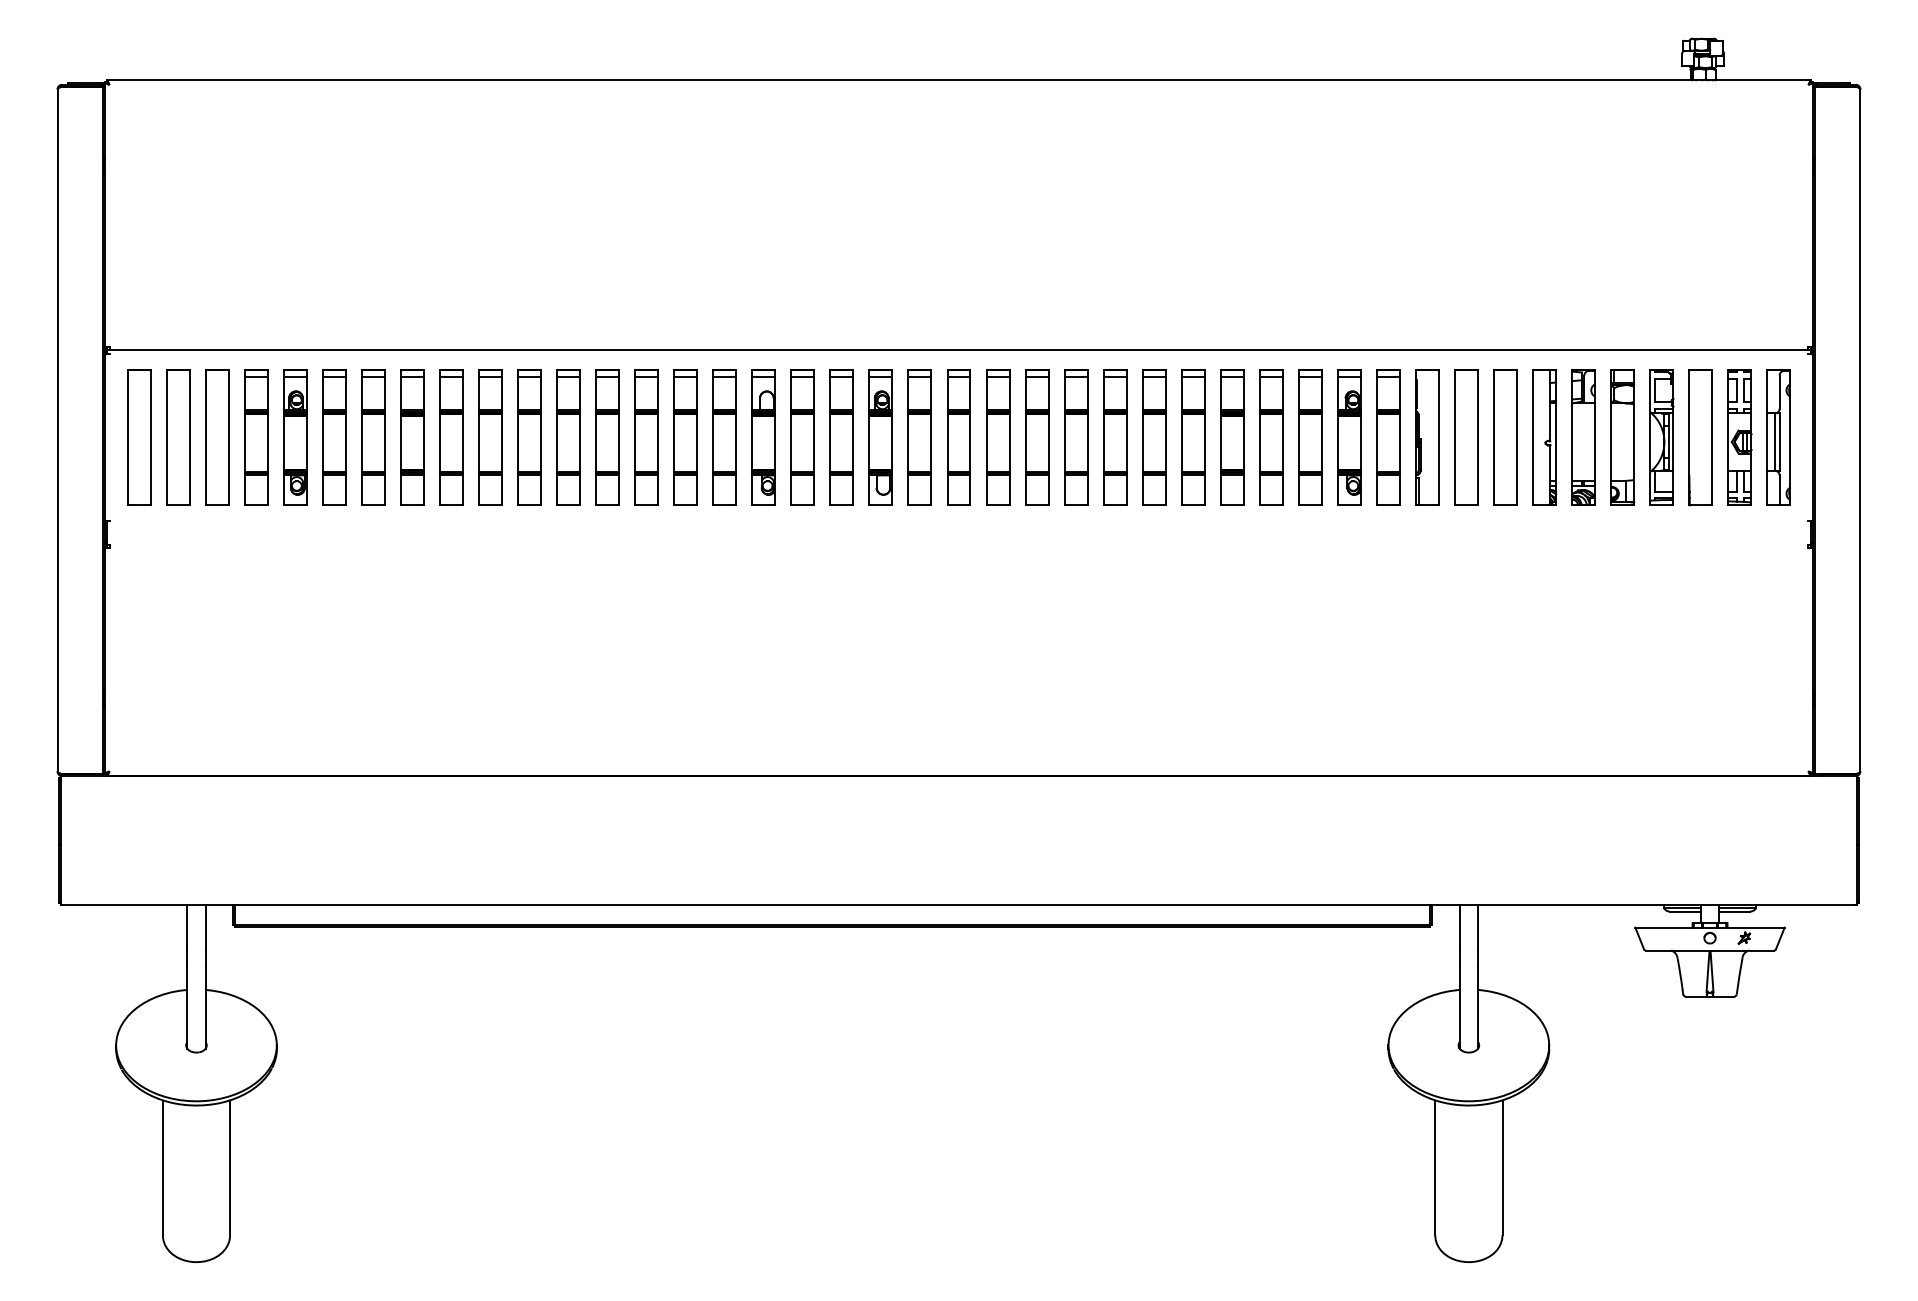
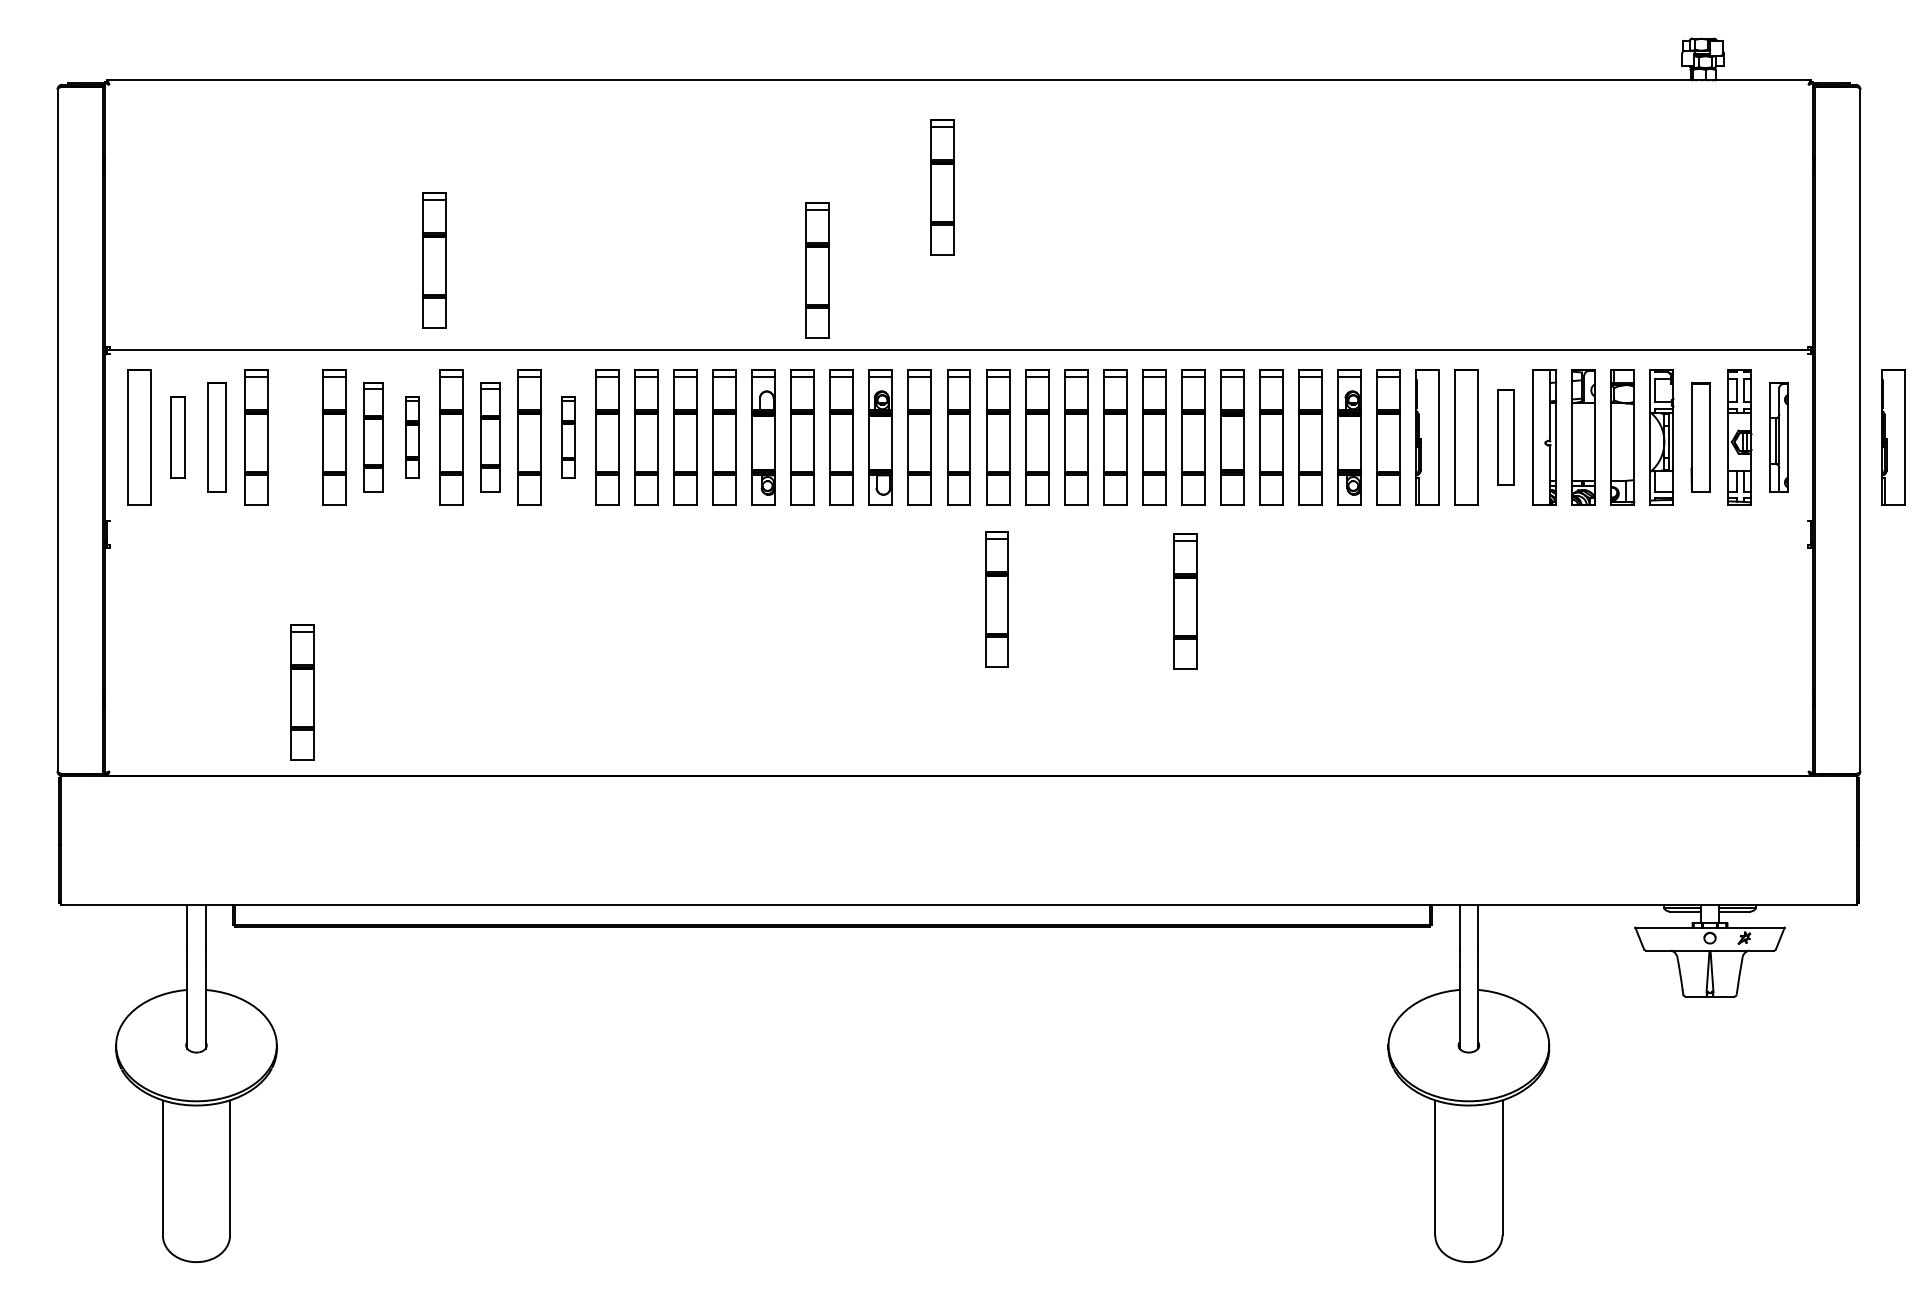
part at (942, 187): none -> present
part at (434, 260): none -> present
part at (817, 270): none -> present
part at (178, 437) size: 25x137 px -> 16x83 px
part at (217, 437) size: 25x137 px -> 20x111 px
part at (295, 437): present -> none
part at (373, 437) size: 25x137 px -> 21x111 px
part at (412, 437) size: 25x137 px -> 15x83 px
part at (490, 437) size: 25x137 px -> 21x111 px
part at (568, 437) size: 25x137 px -> 15x83 px
part at (1505, 437) size: 25x137 px -> 18x97 px
part at (1700, 437) size: 25x138 px -> 21x111 px
part at (1778, 437) size: 25x137 px -> 20x111 px
part at (1893, 437): none -> present
part at (996, 599): none -> present
part at (1185, 601): none -> present
part at (302, 692): none -> present
